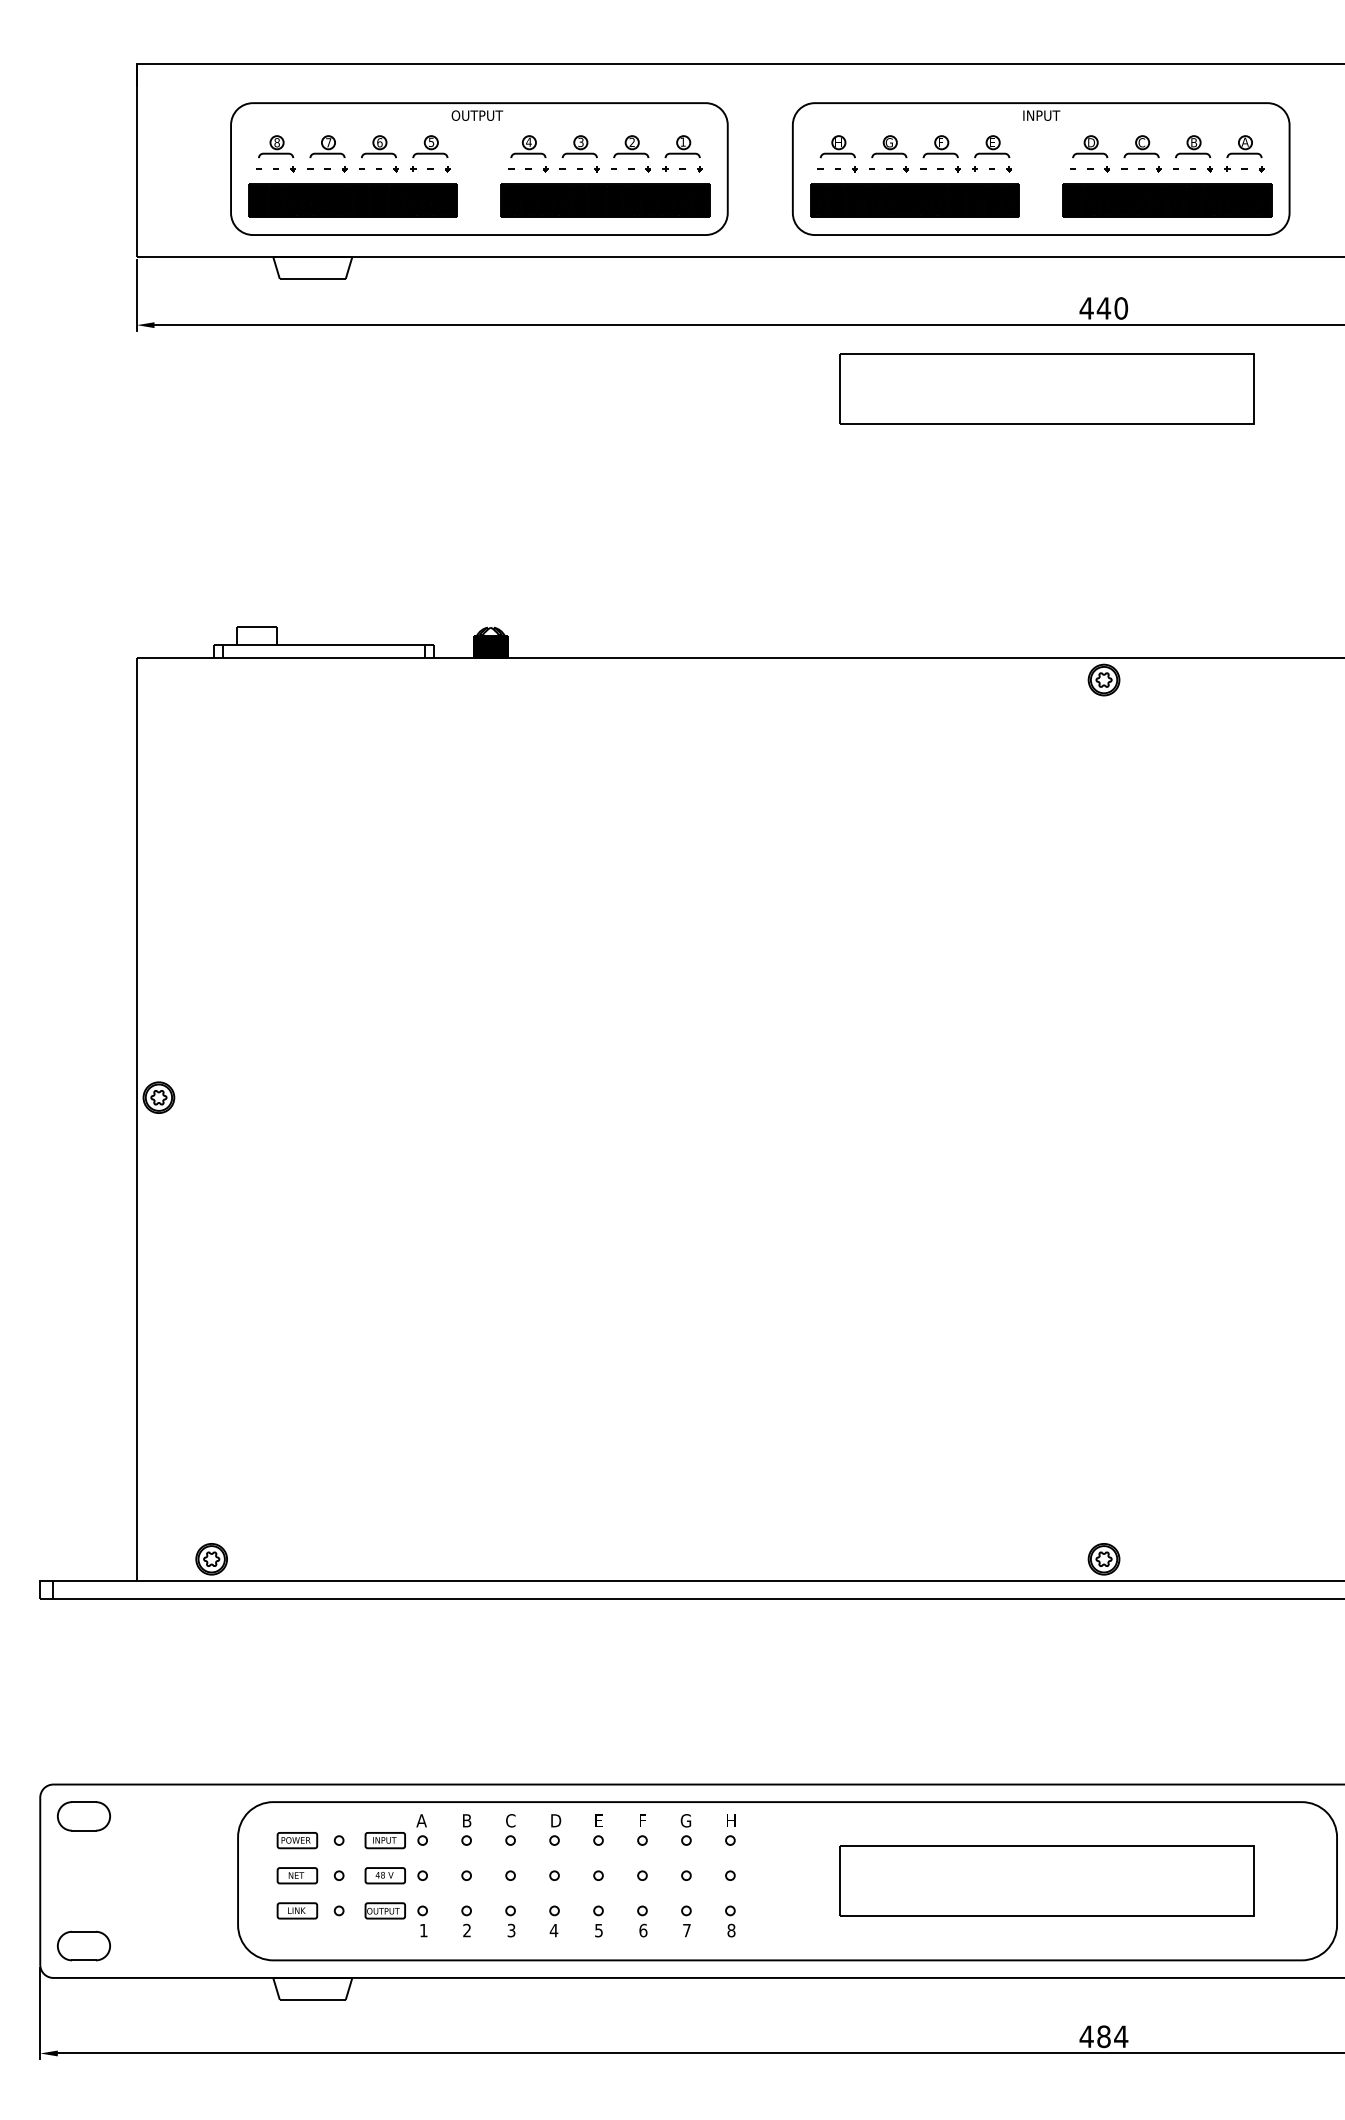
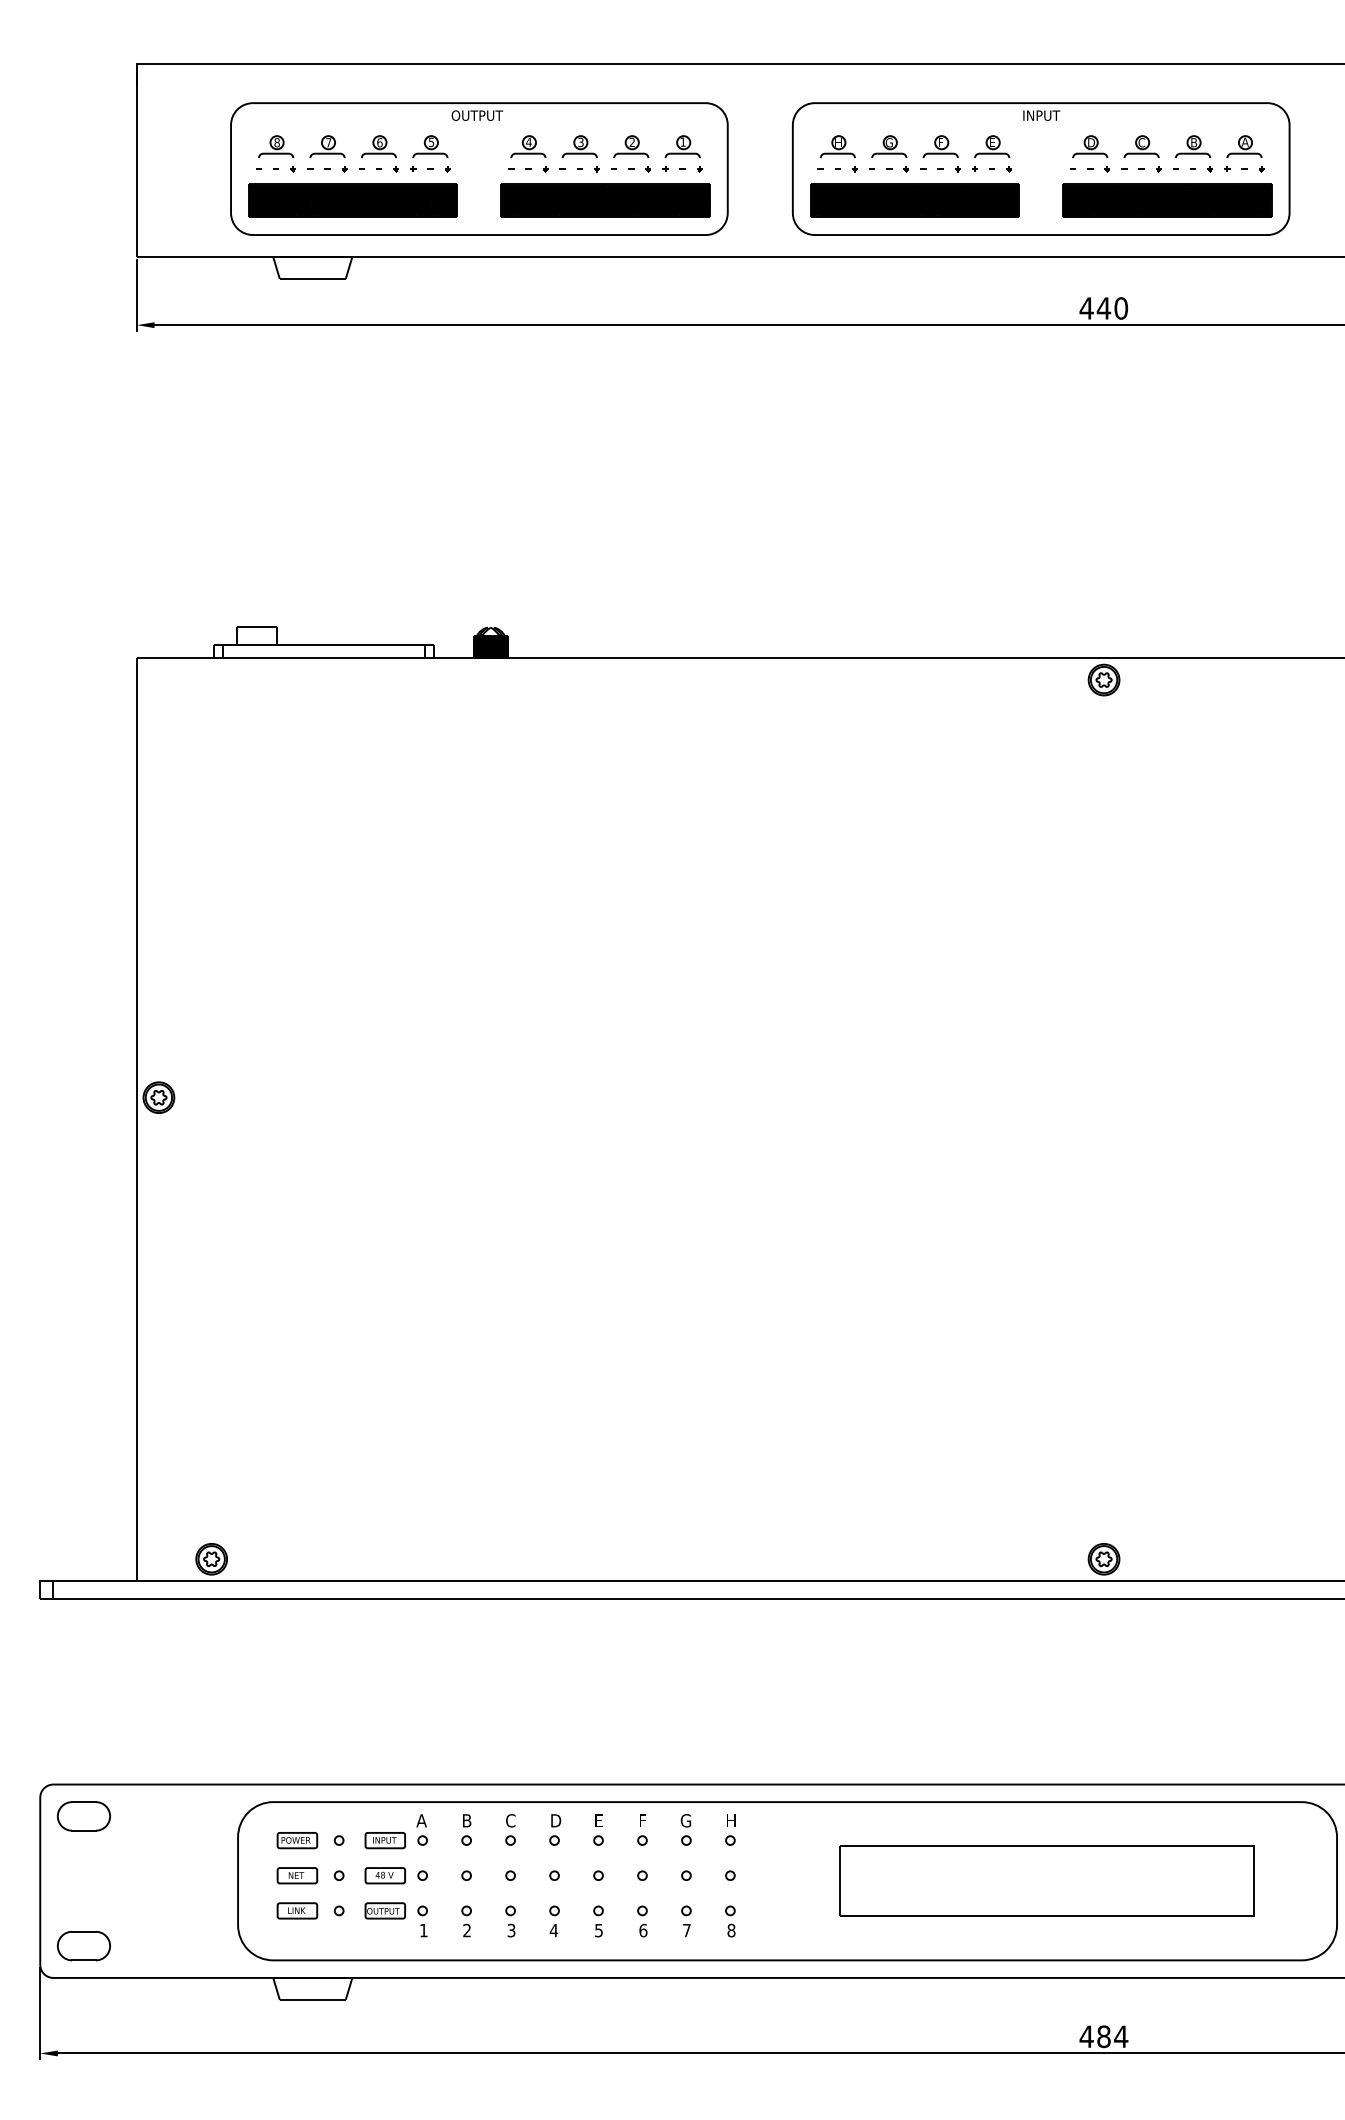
part at (1046, 388): present -> none
